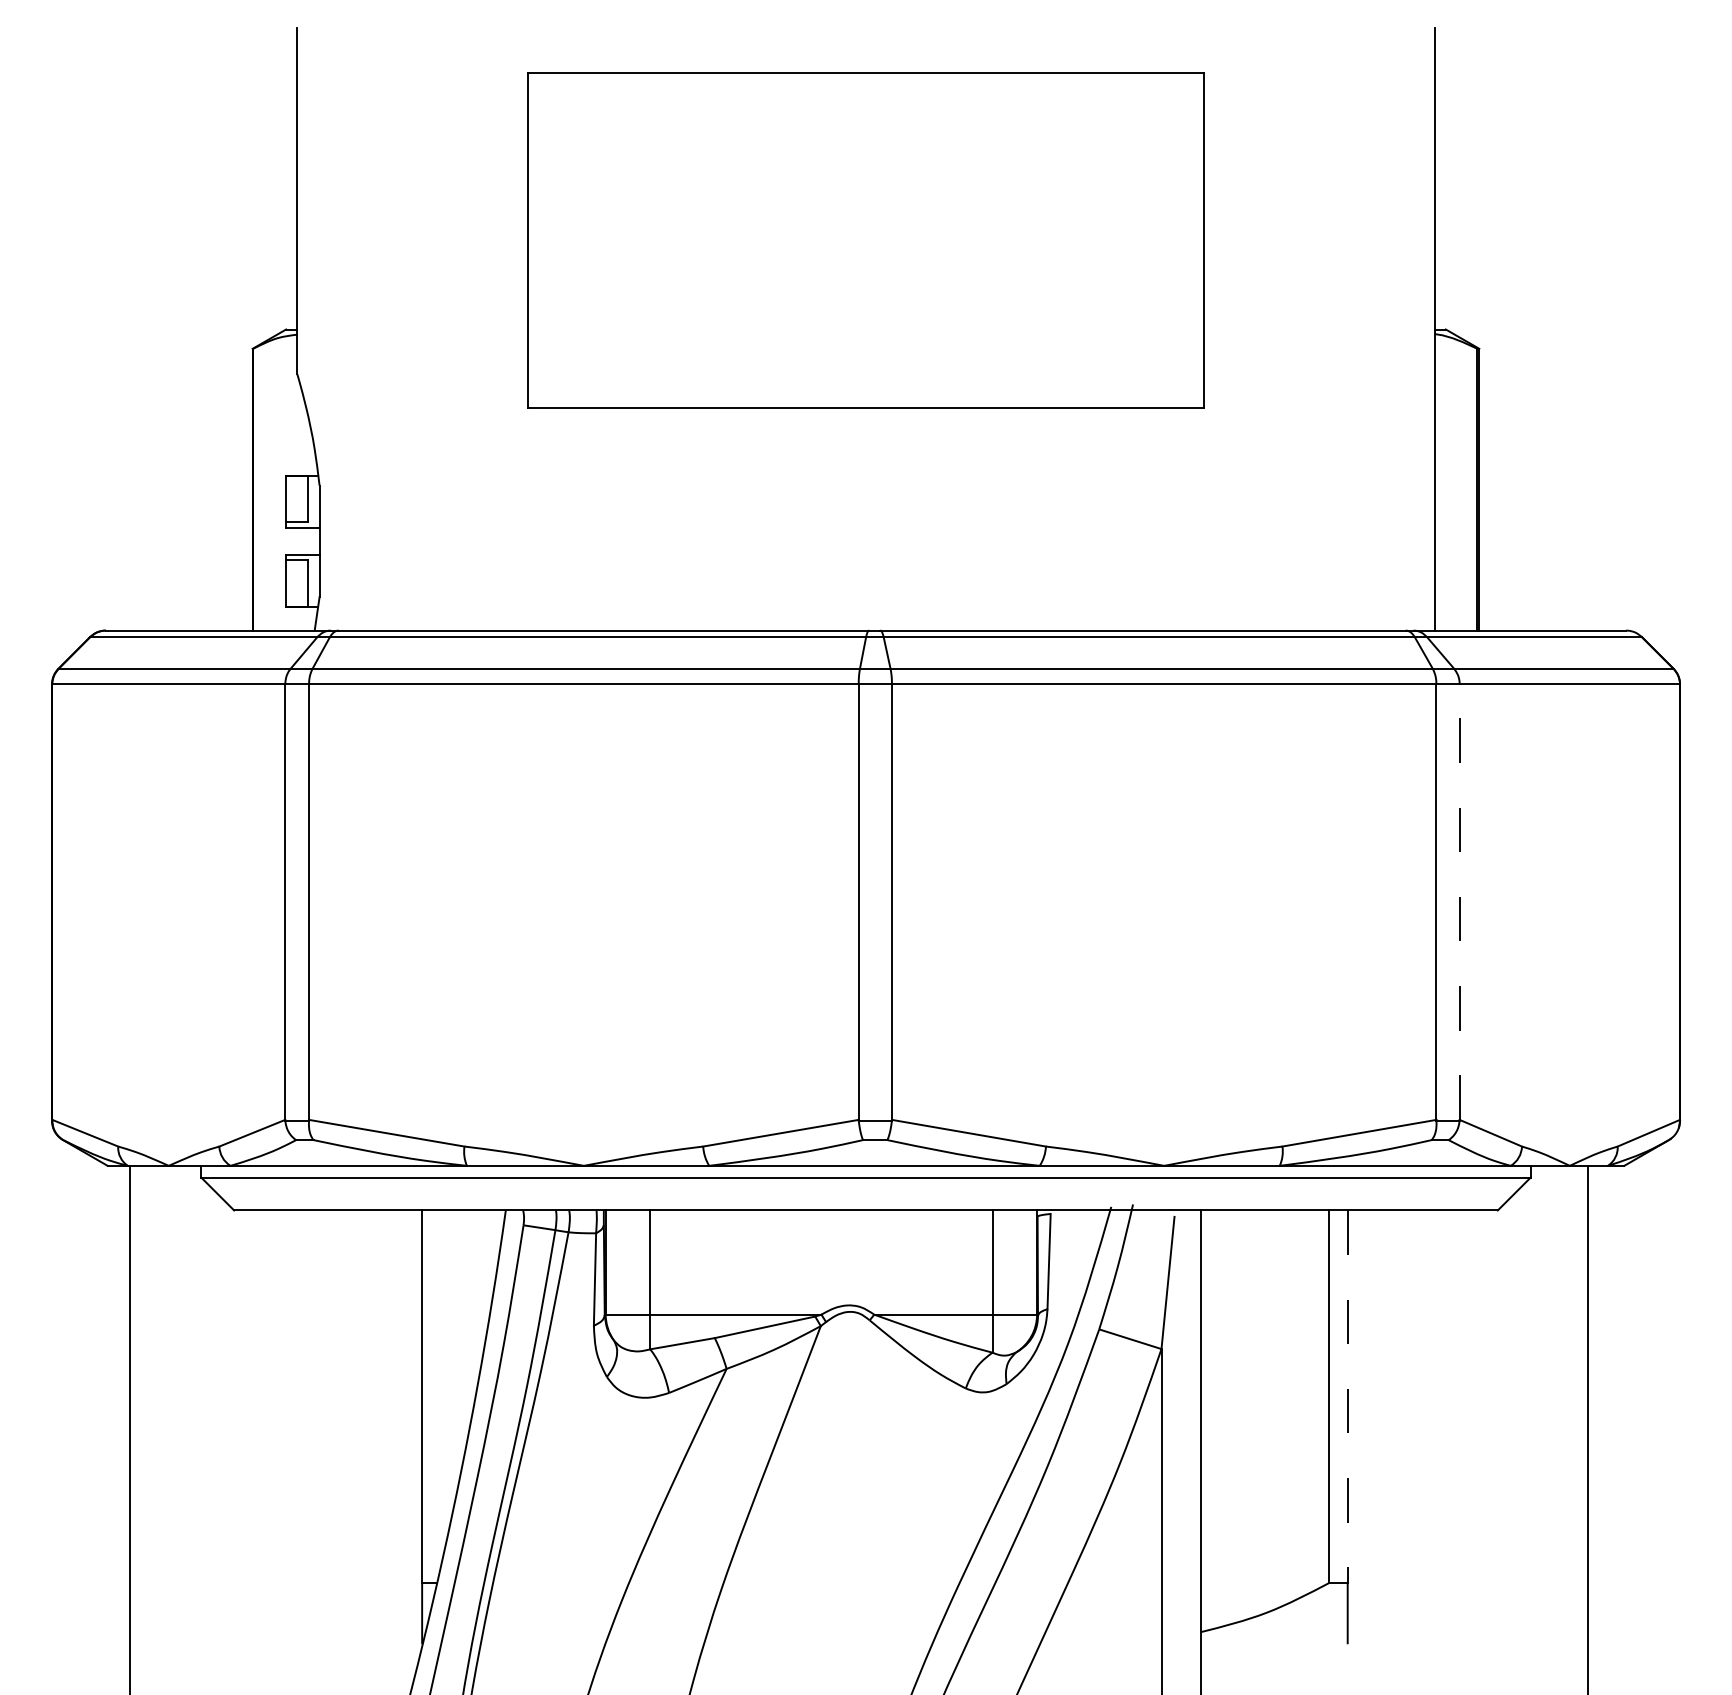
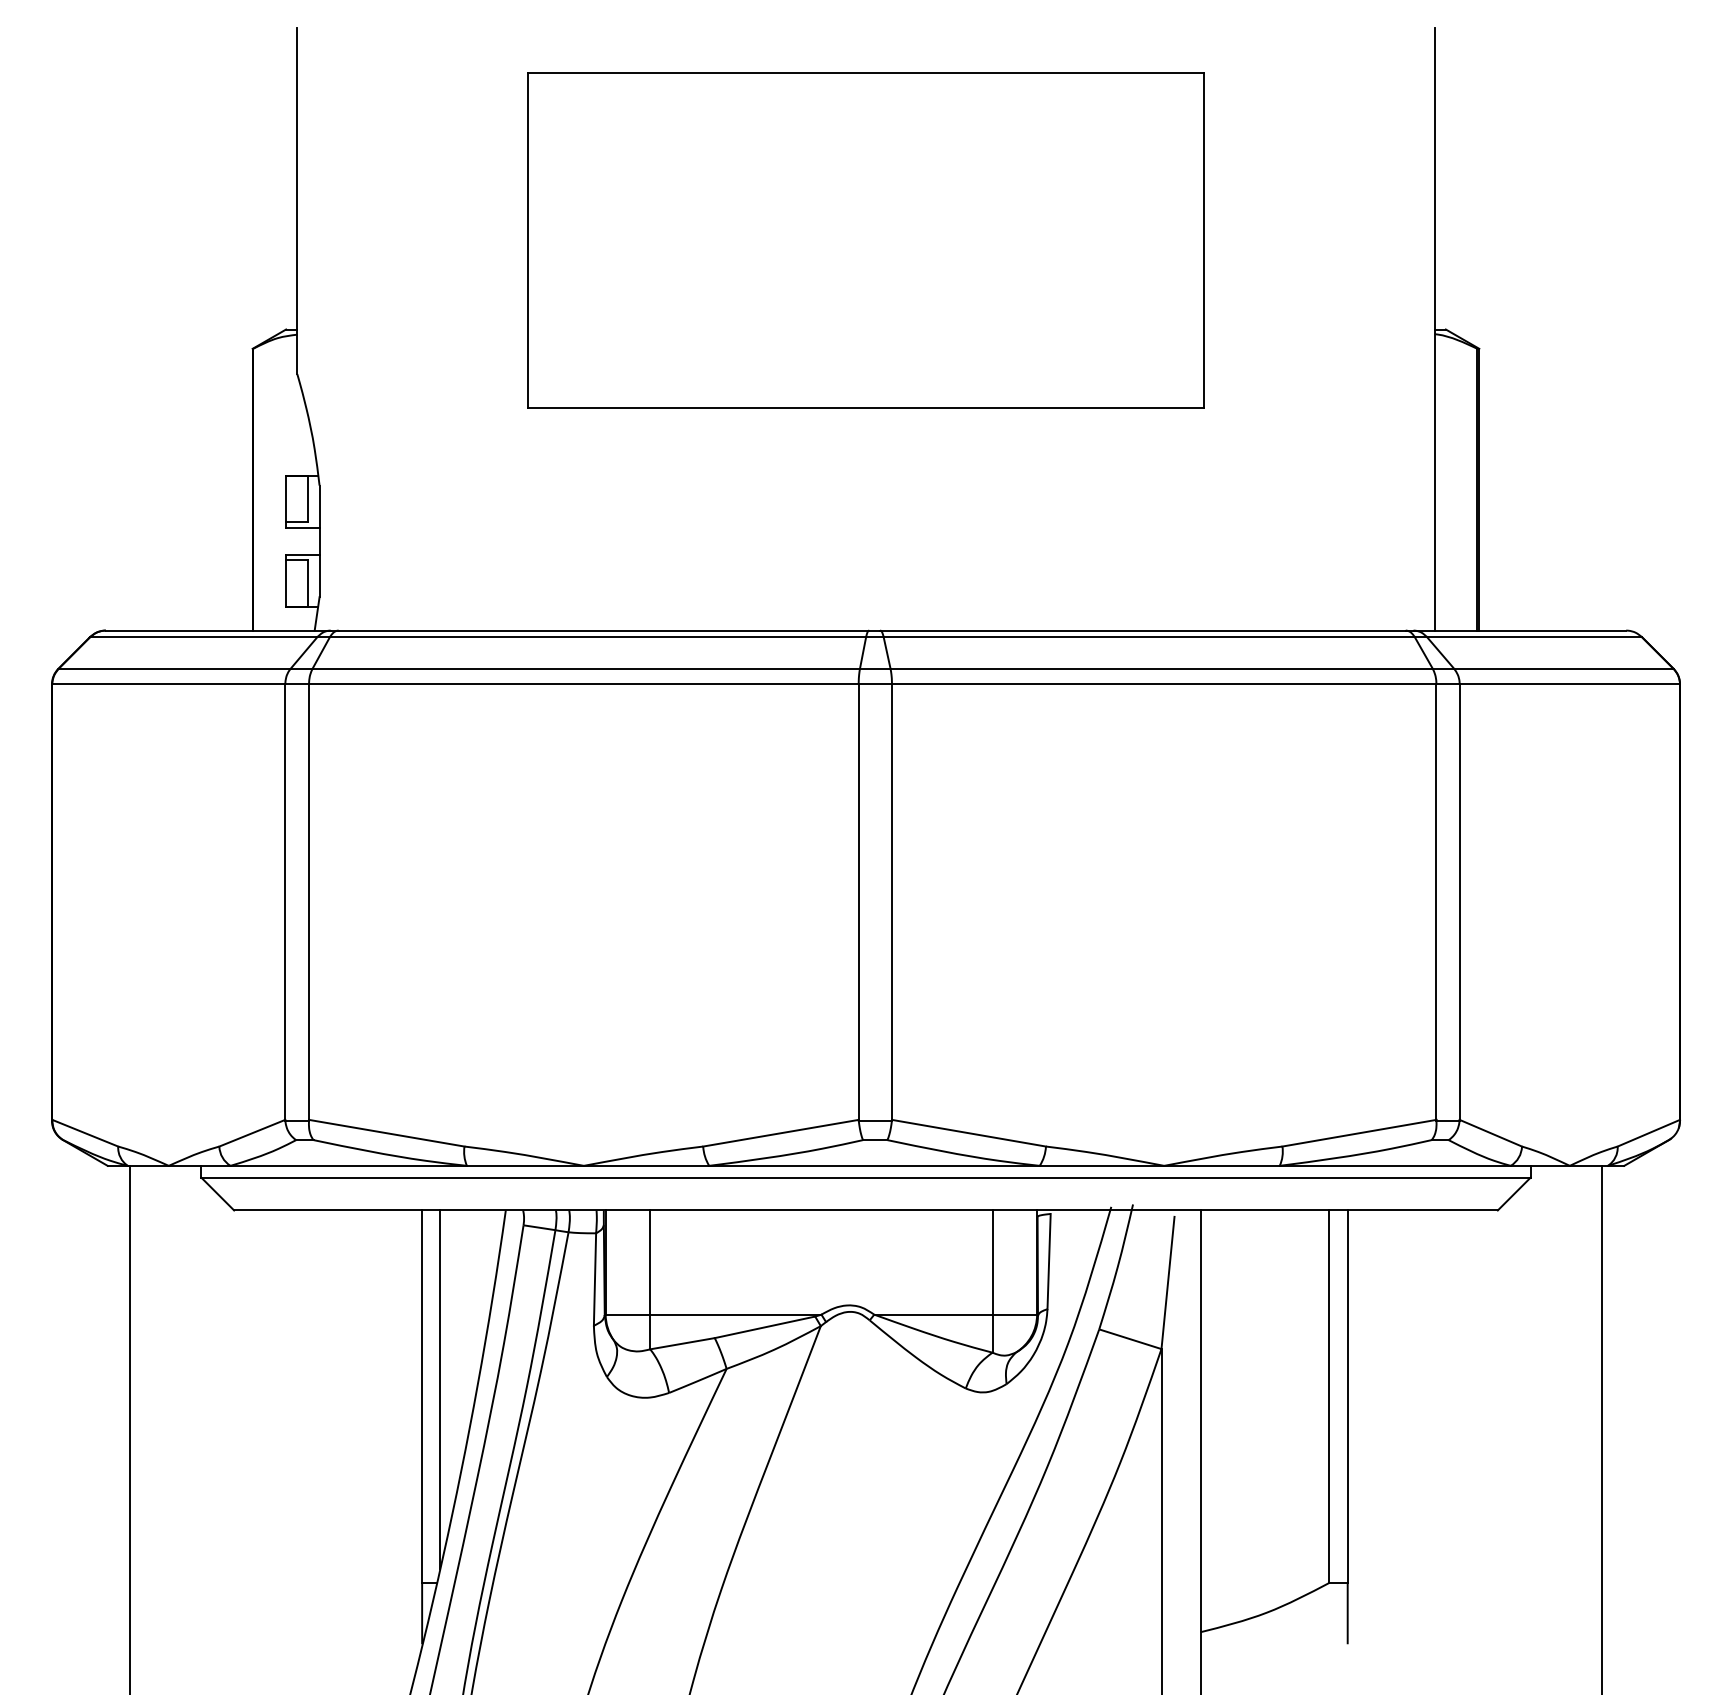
line at (1459, 902): dashed -> solid
line at (440, 1389): none -> present
line at (1347, 1397): dashed -> solid
line at (1587, 1428) position: (1587, 1428) -> (1601, 1428)
